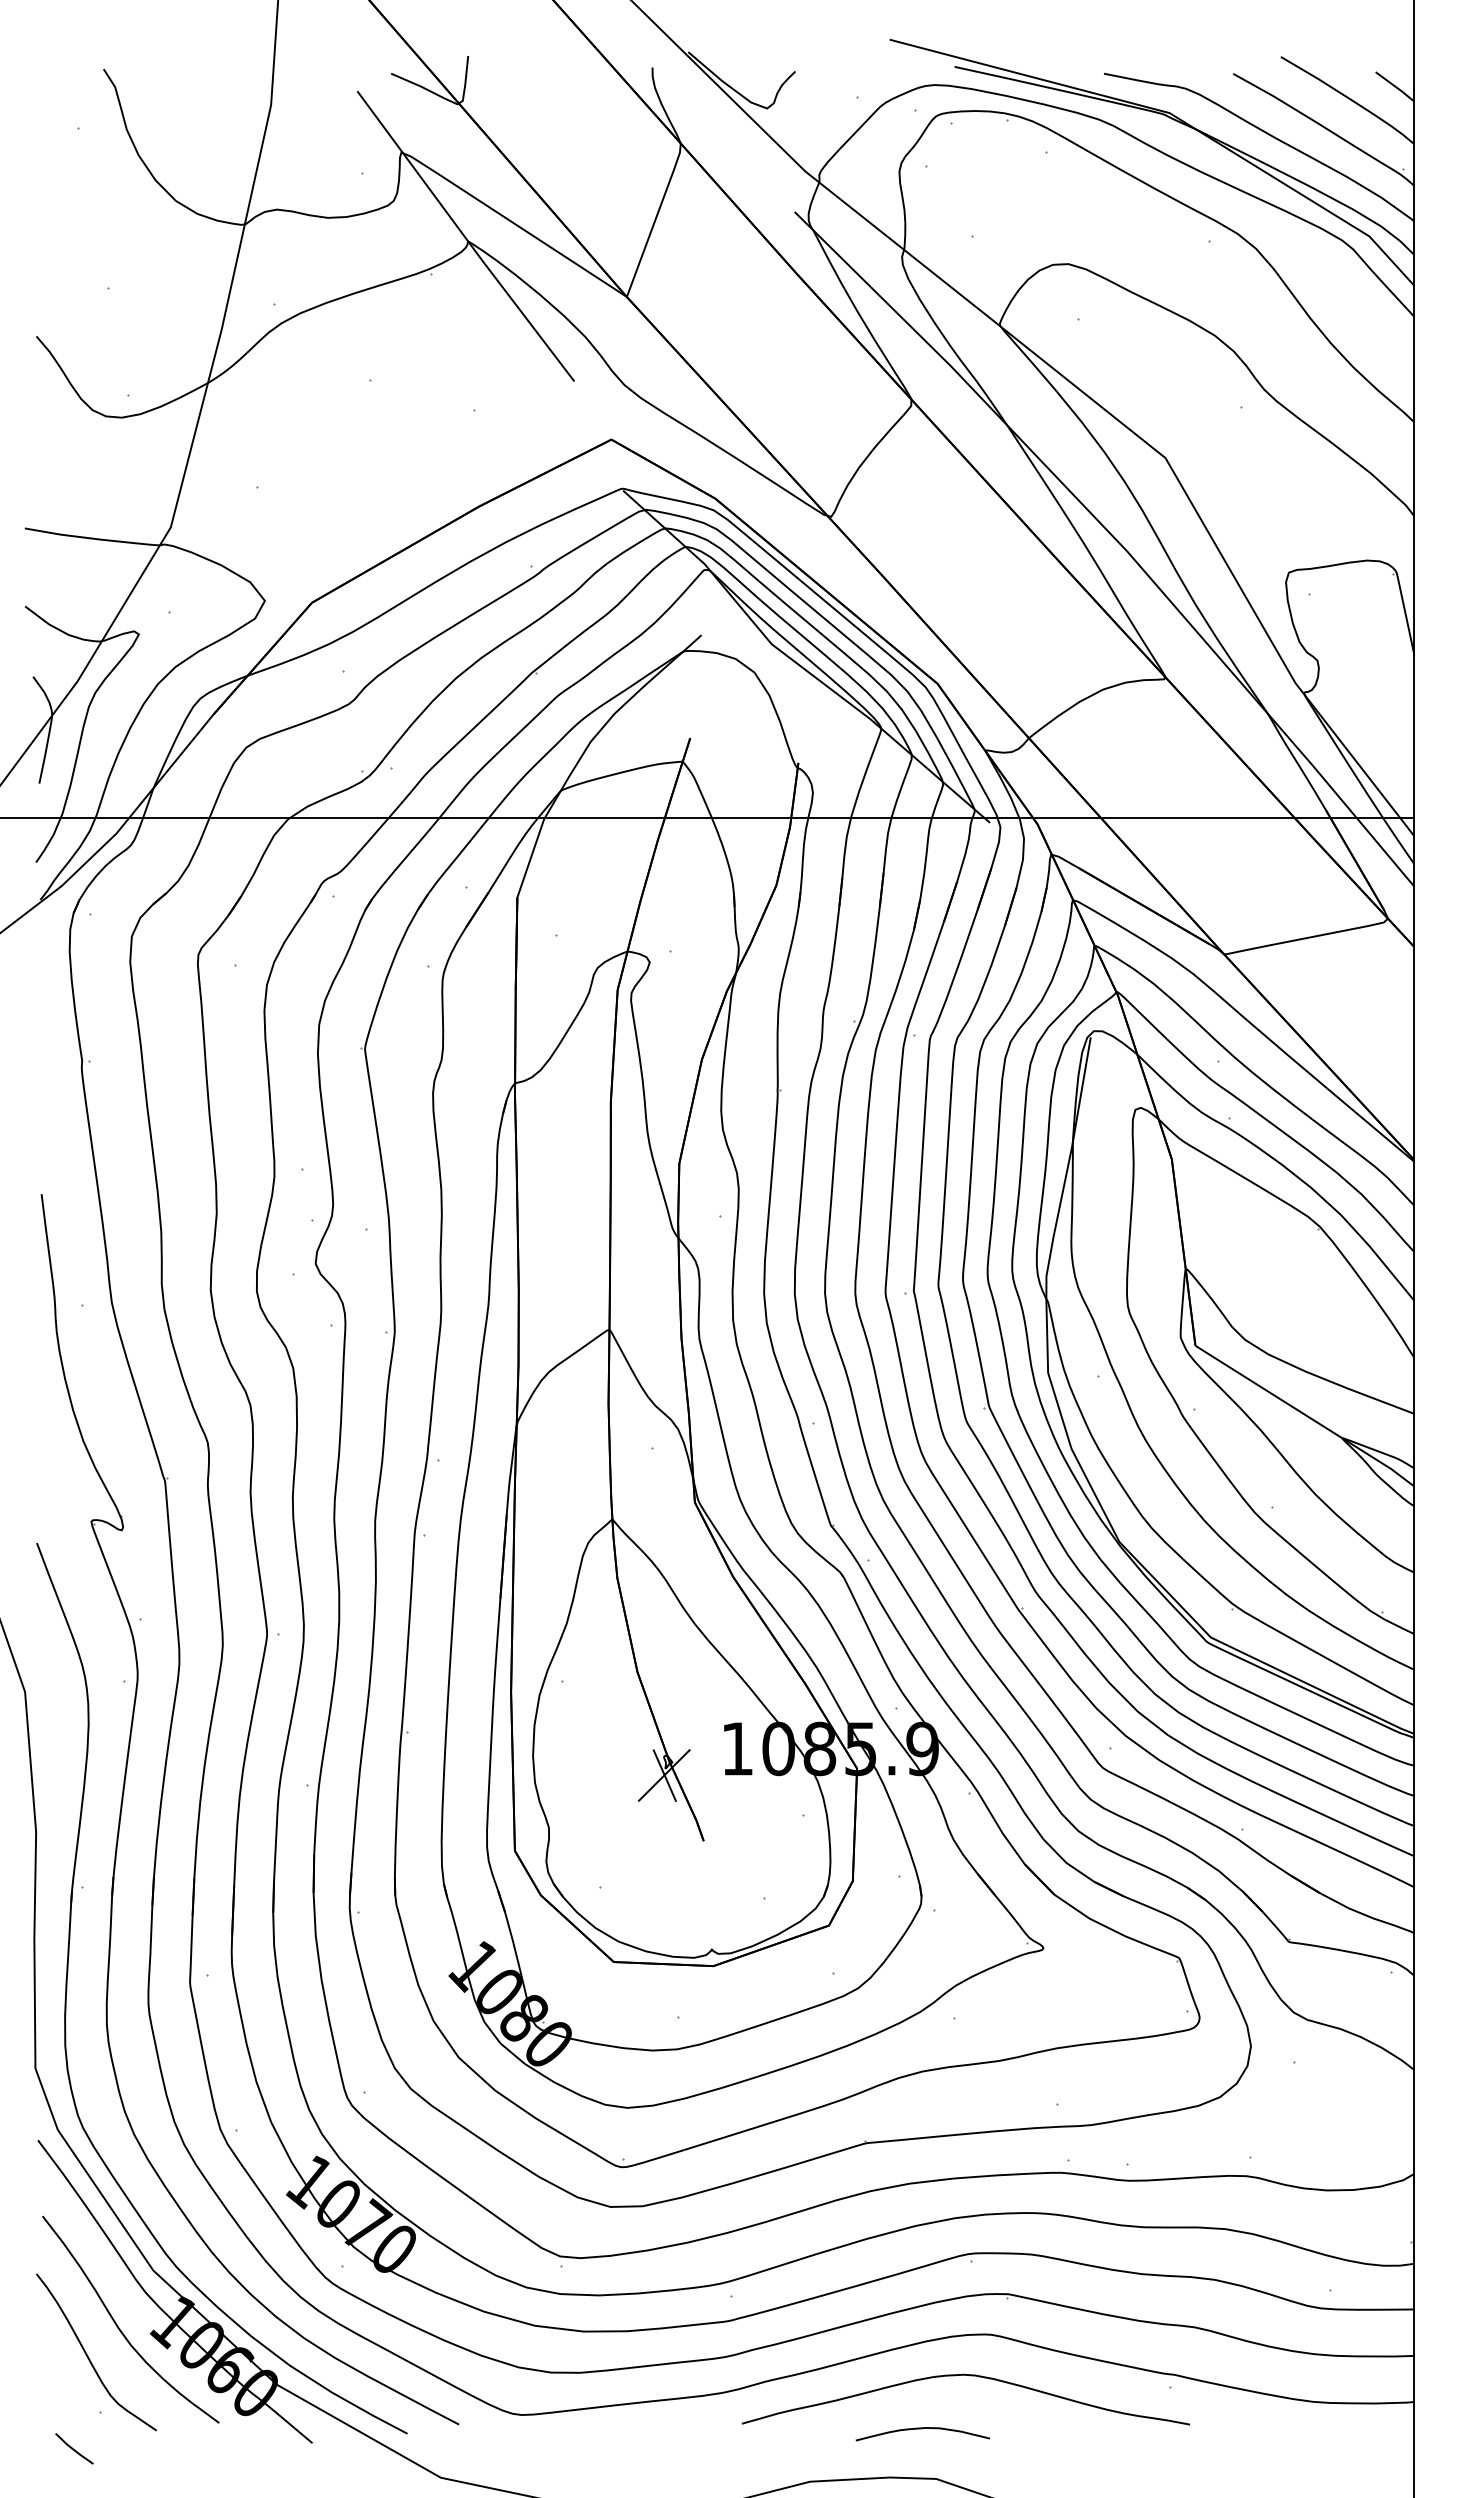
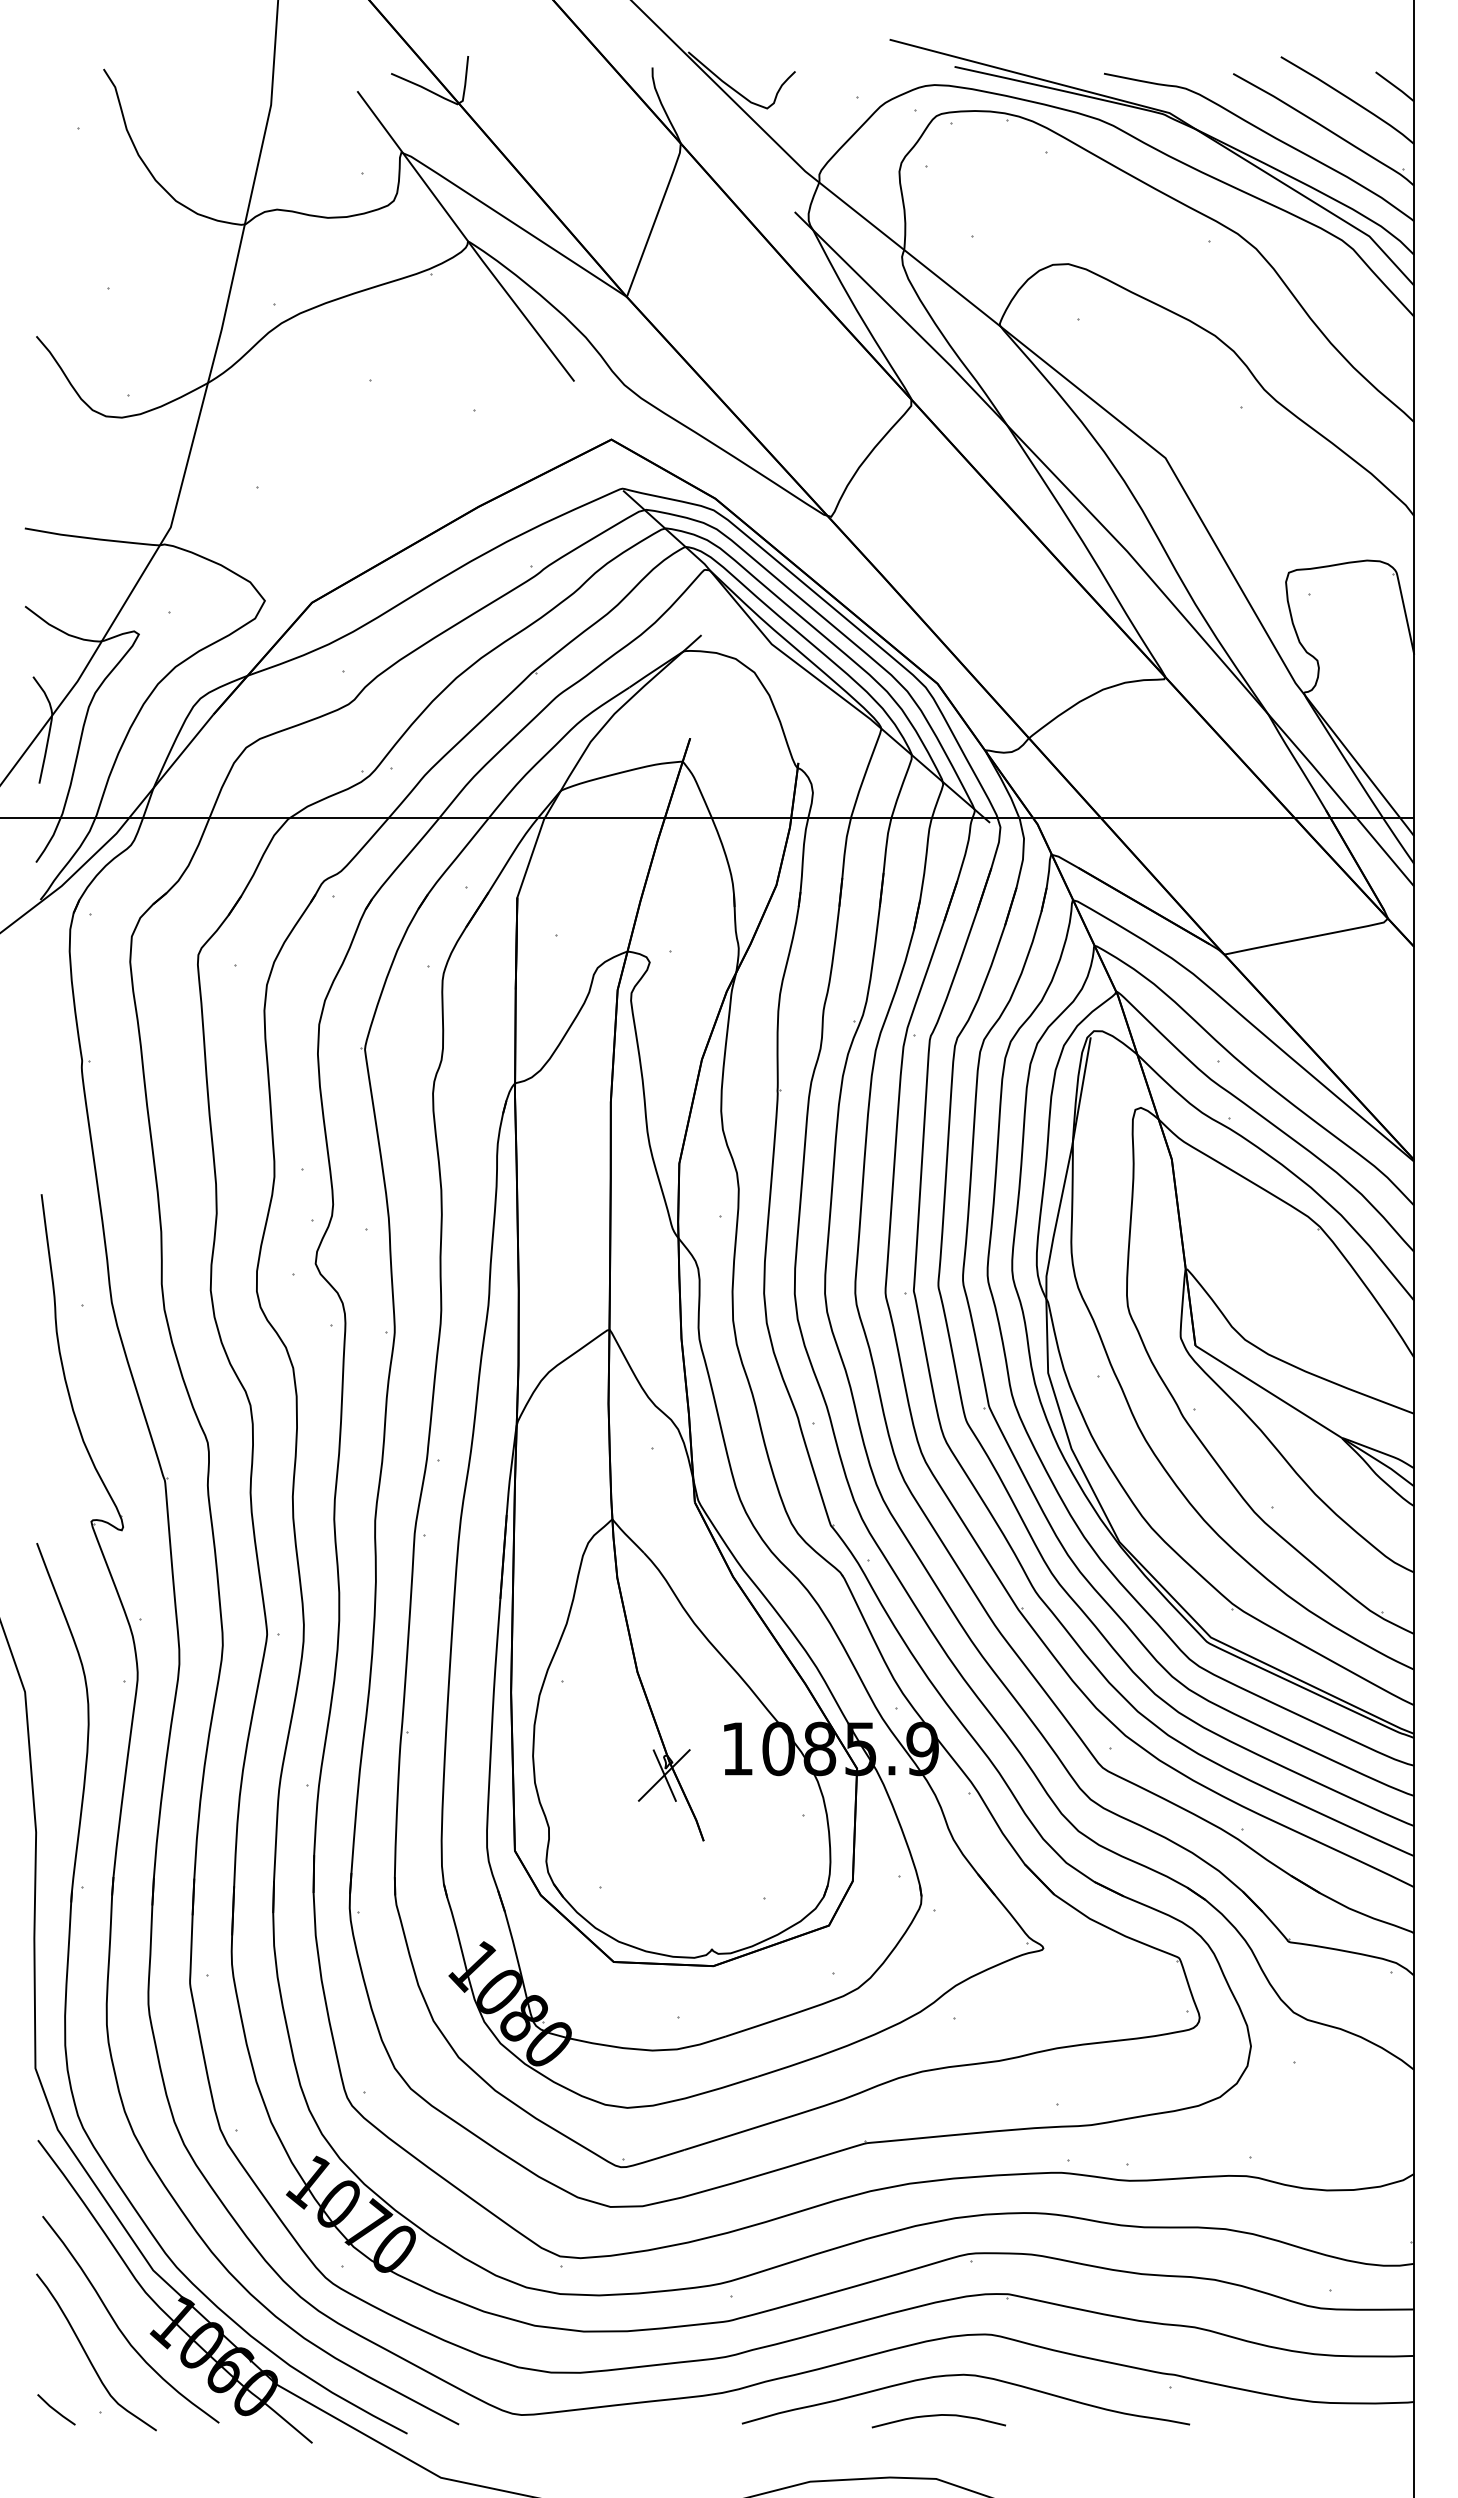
curve at (922, 2429) position: (922, 2429) -> (938, 2416)
line at (73, 2448) position: (73, 2448) -> (55, 2409)
